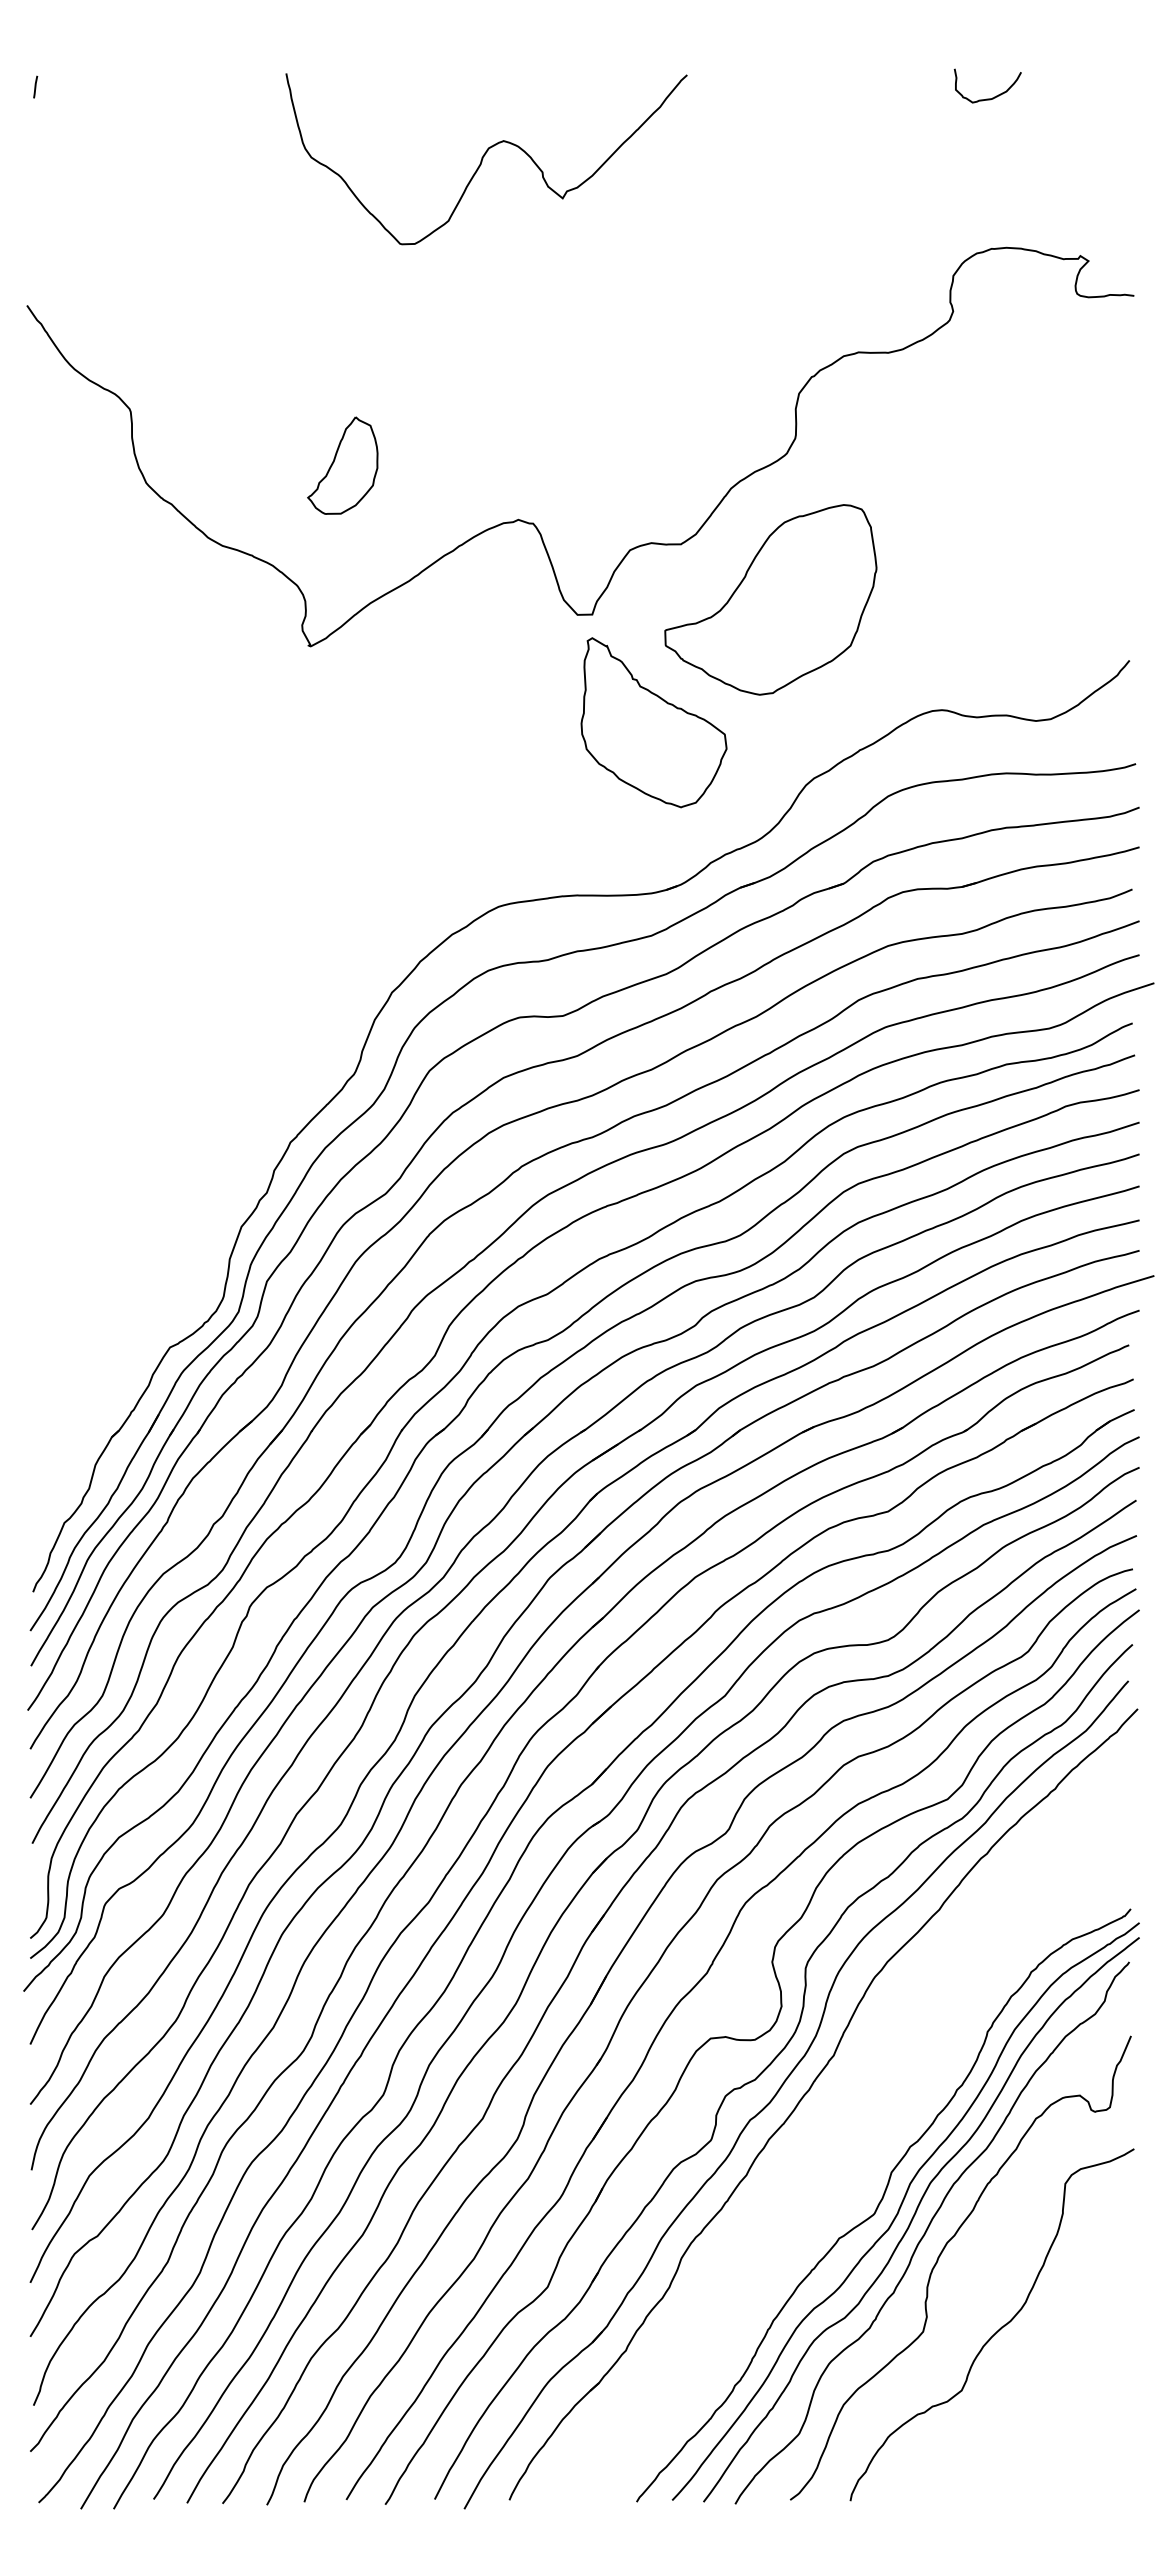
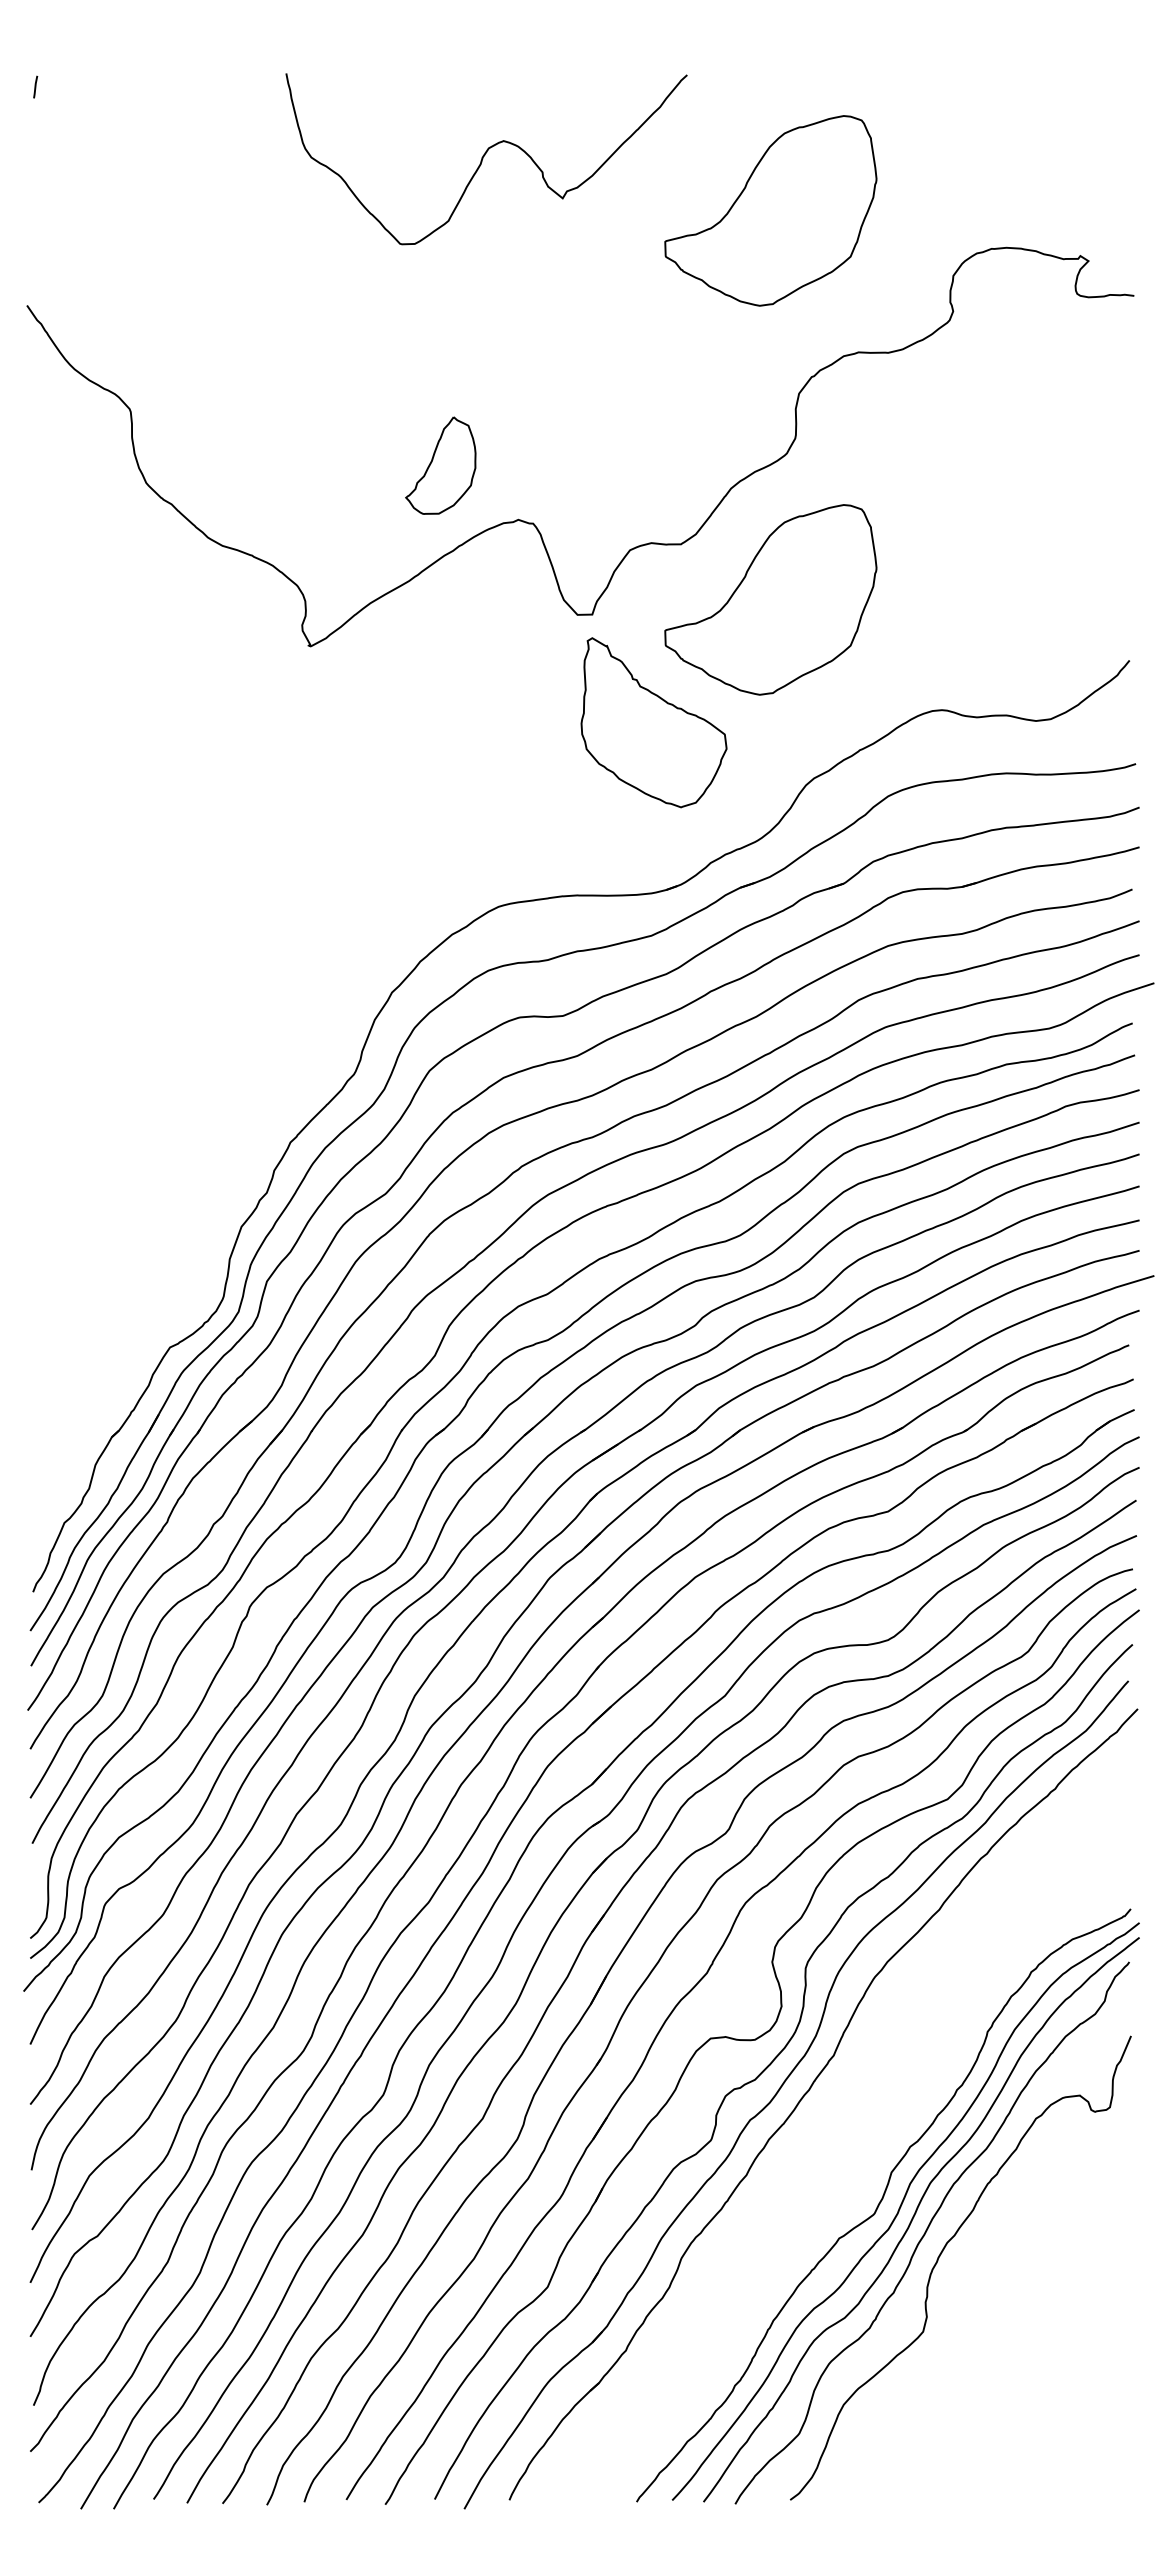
curve at (992, 97): present -> none
part at (770, 210): none -> present
part at (342, 465) position: (342, 465) -> (440, 465)
curve at (997, 2330): present -> none
